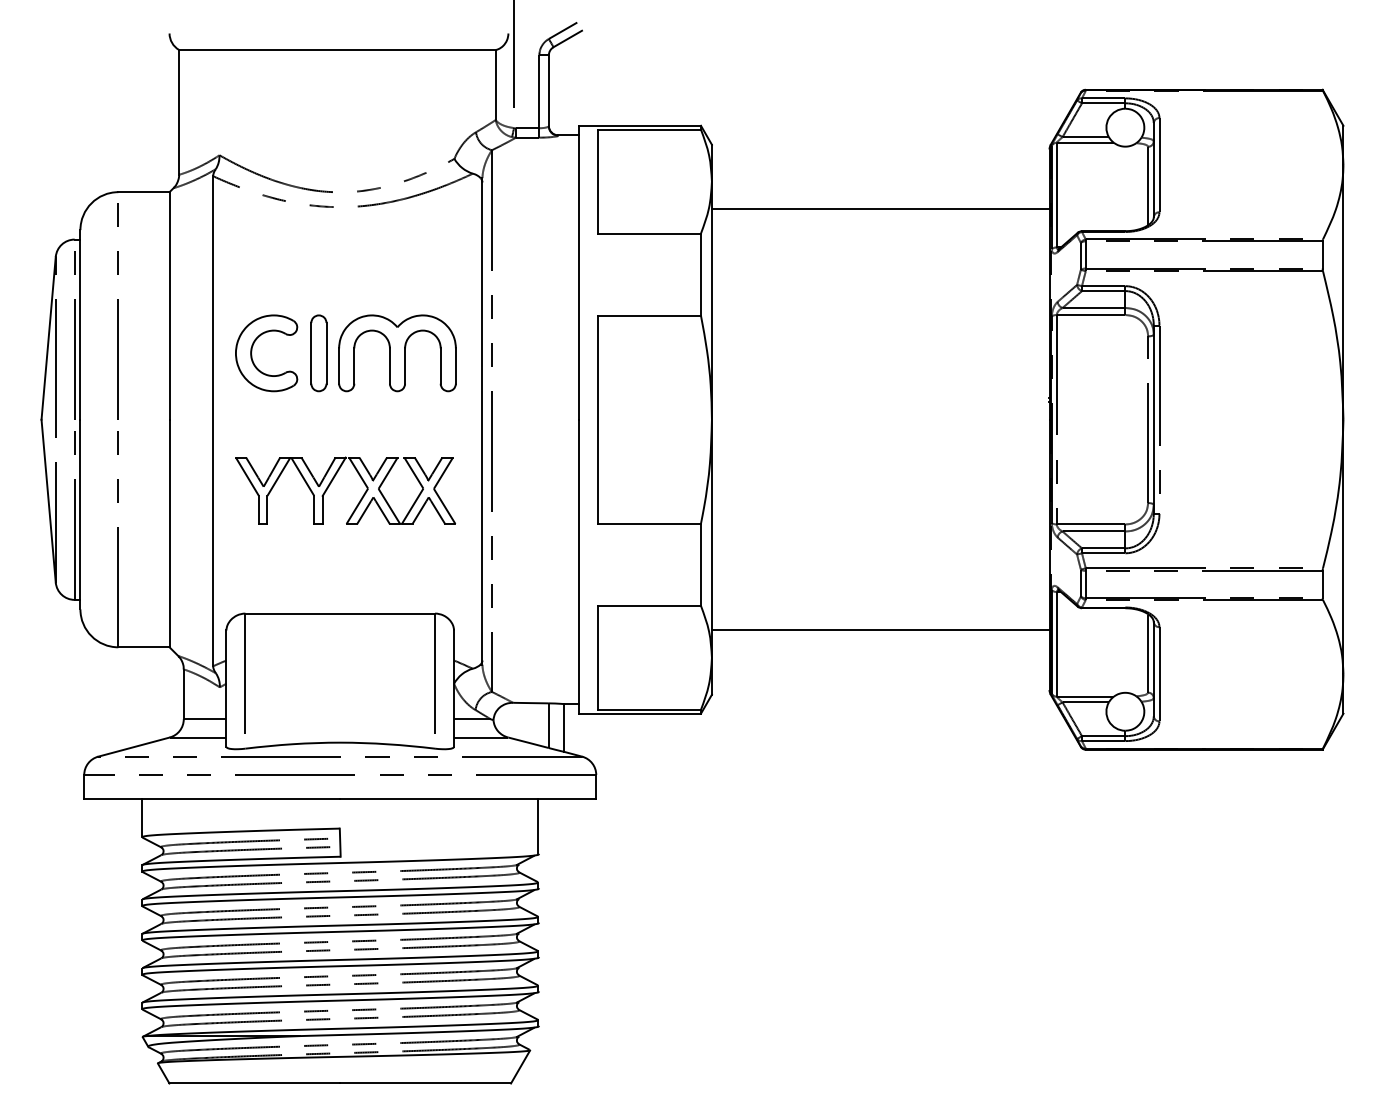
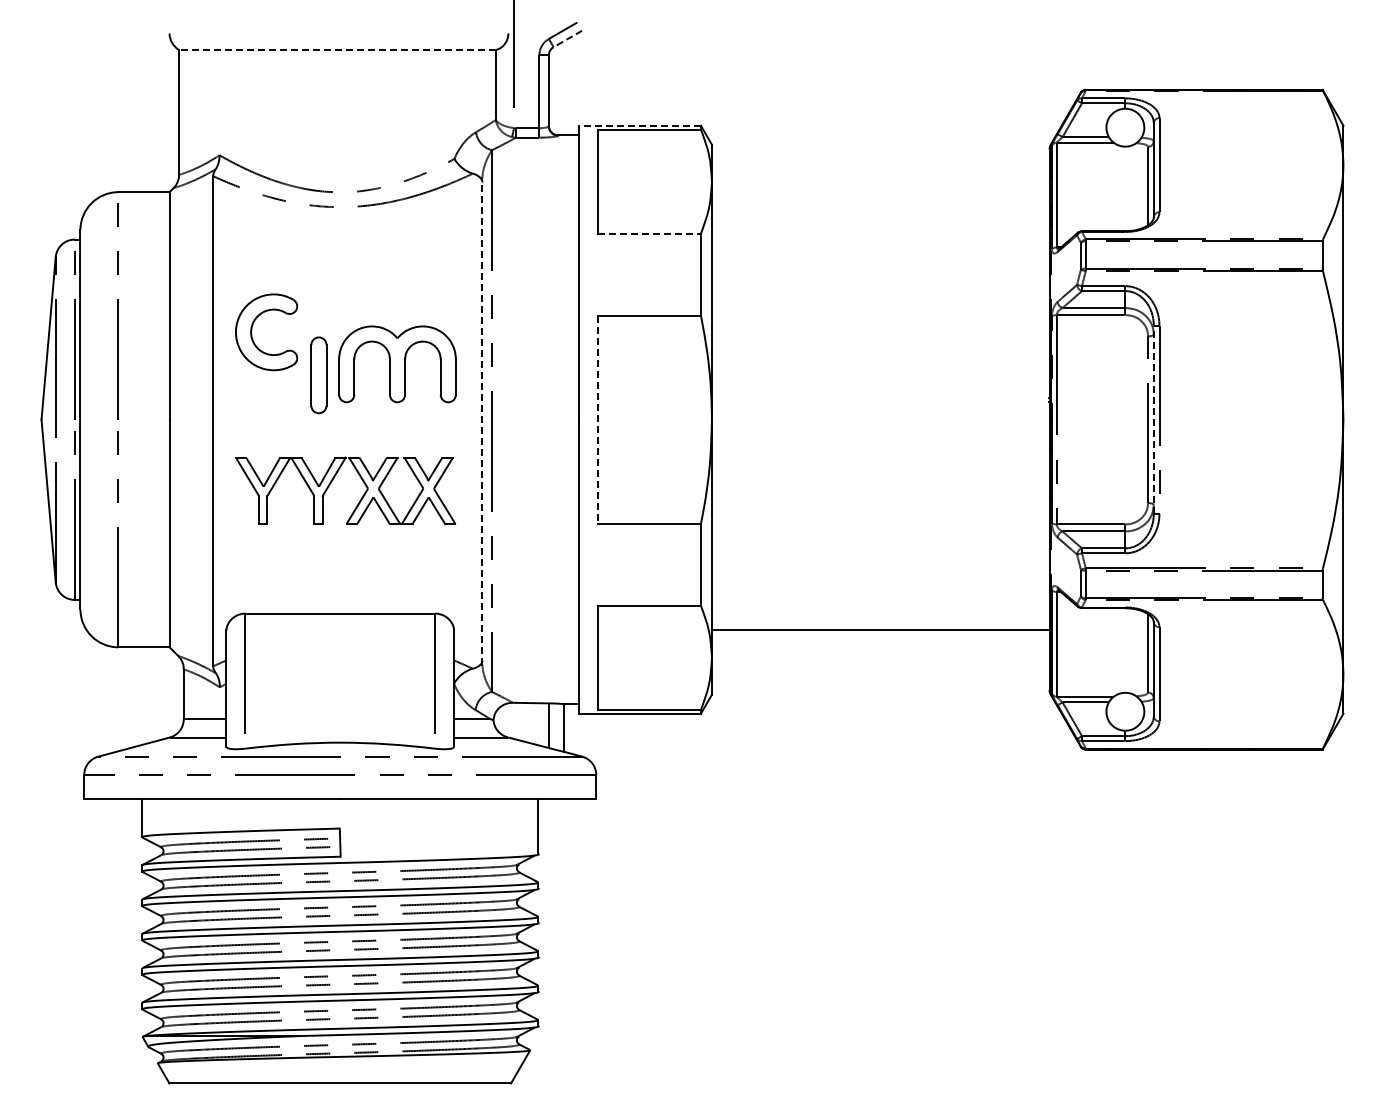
line at (567, 39): solid -> dashed
line at (336, 49): solid -> dashed
line at (640, 125): solid -> dashed
line at (880, 209): present -> none
line at (650, 233): solid -> dashed
part at (318, 353) position: (318, 353) -> (318, 375)
part at (397, 353) position: (397, 353) -> (397, 364)
part at (252, 354) position: (252, 354) -> (252, 333)
line at (598, 419): solid -> dashed
line at (1153, 419): solid -> dashed
line at (482, 420): solid -> dashed
